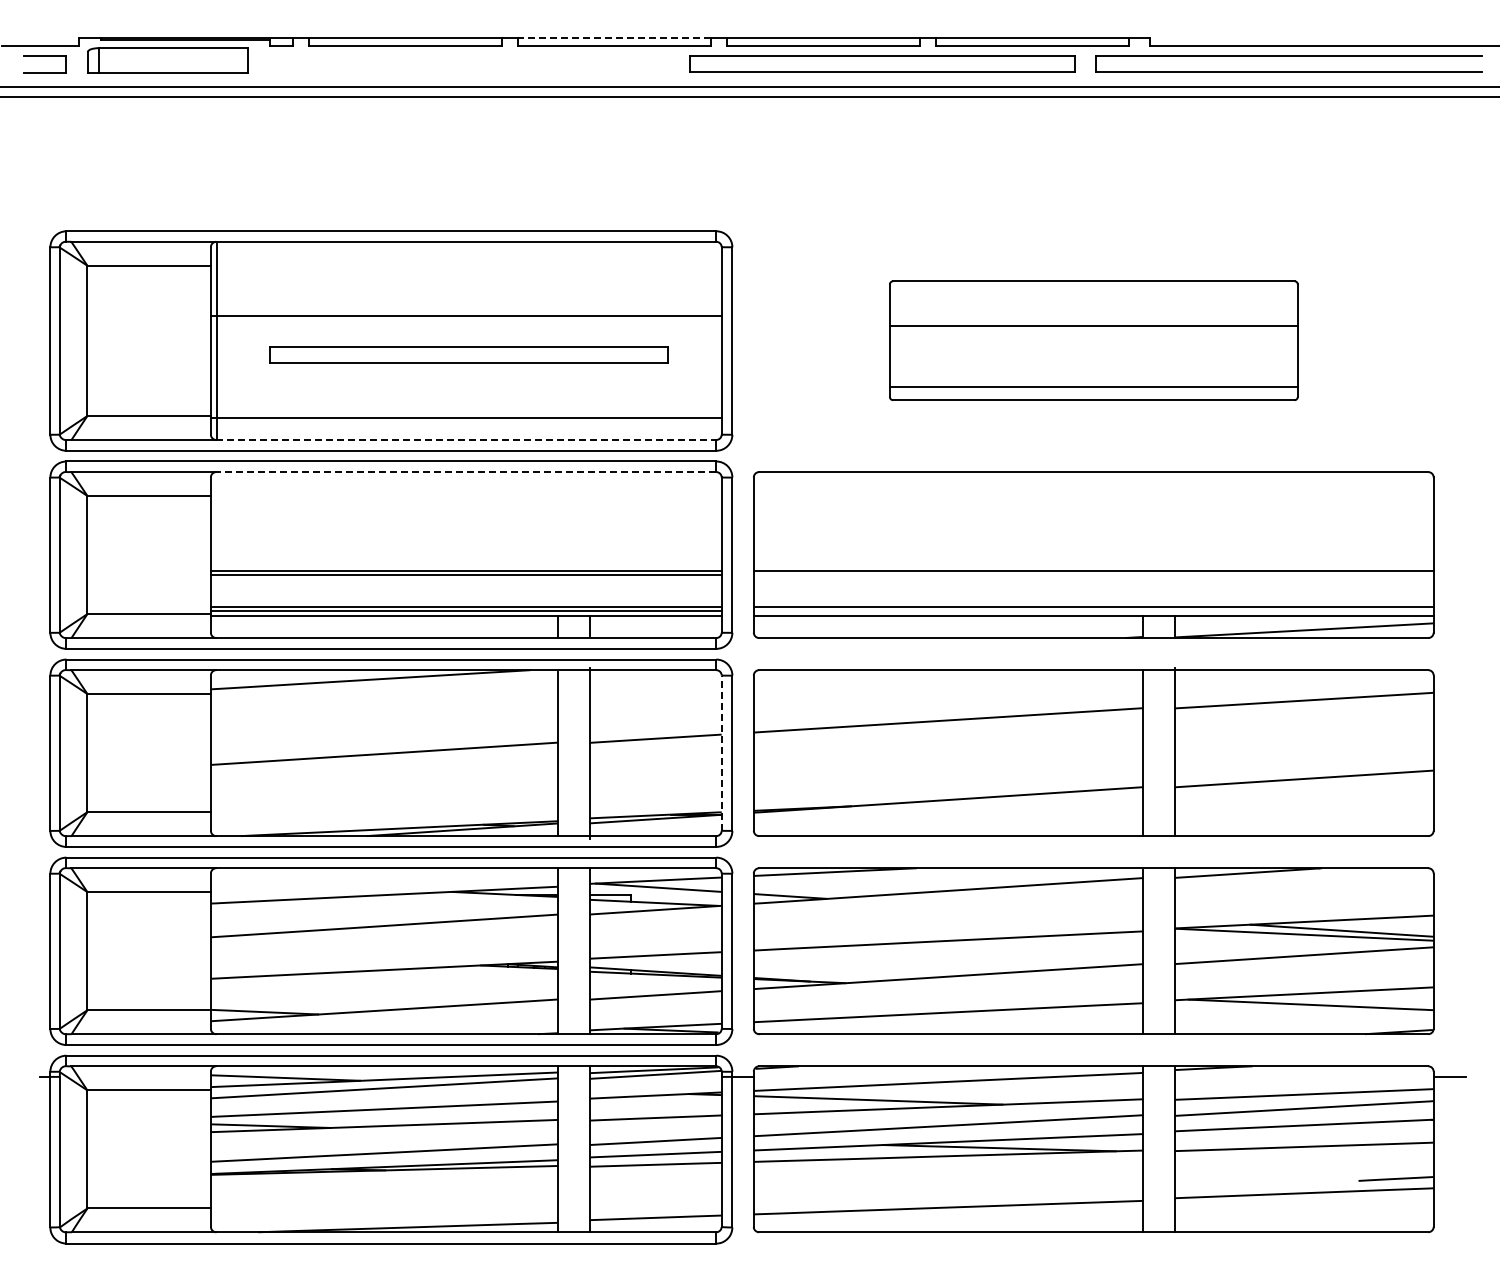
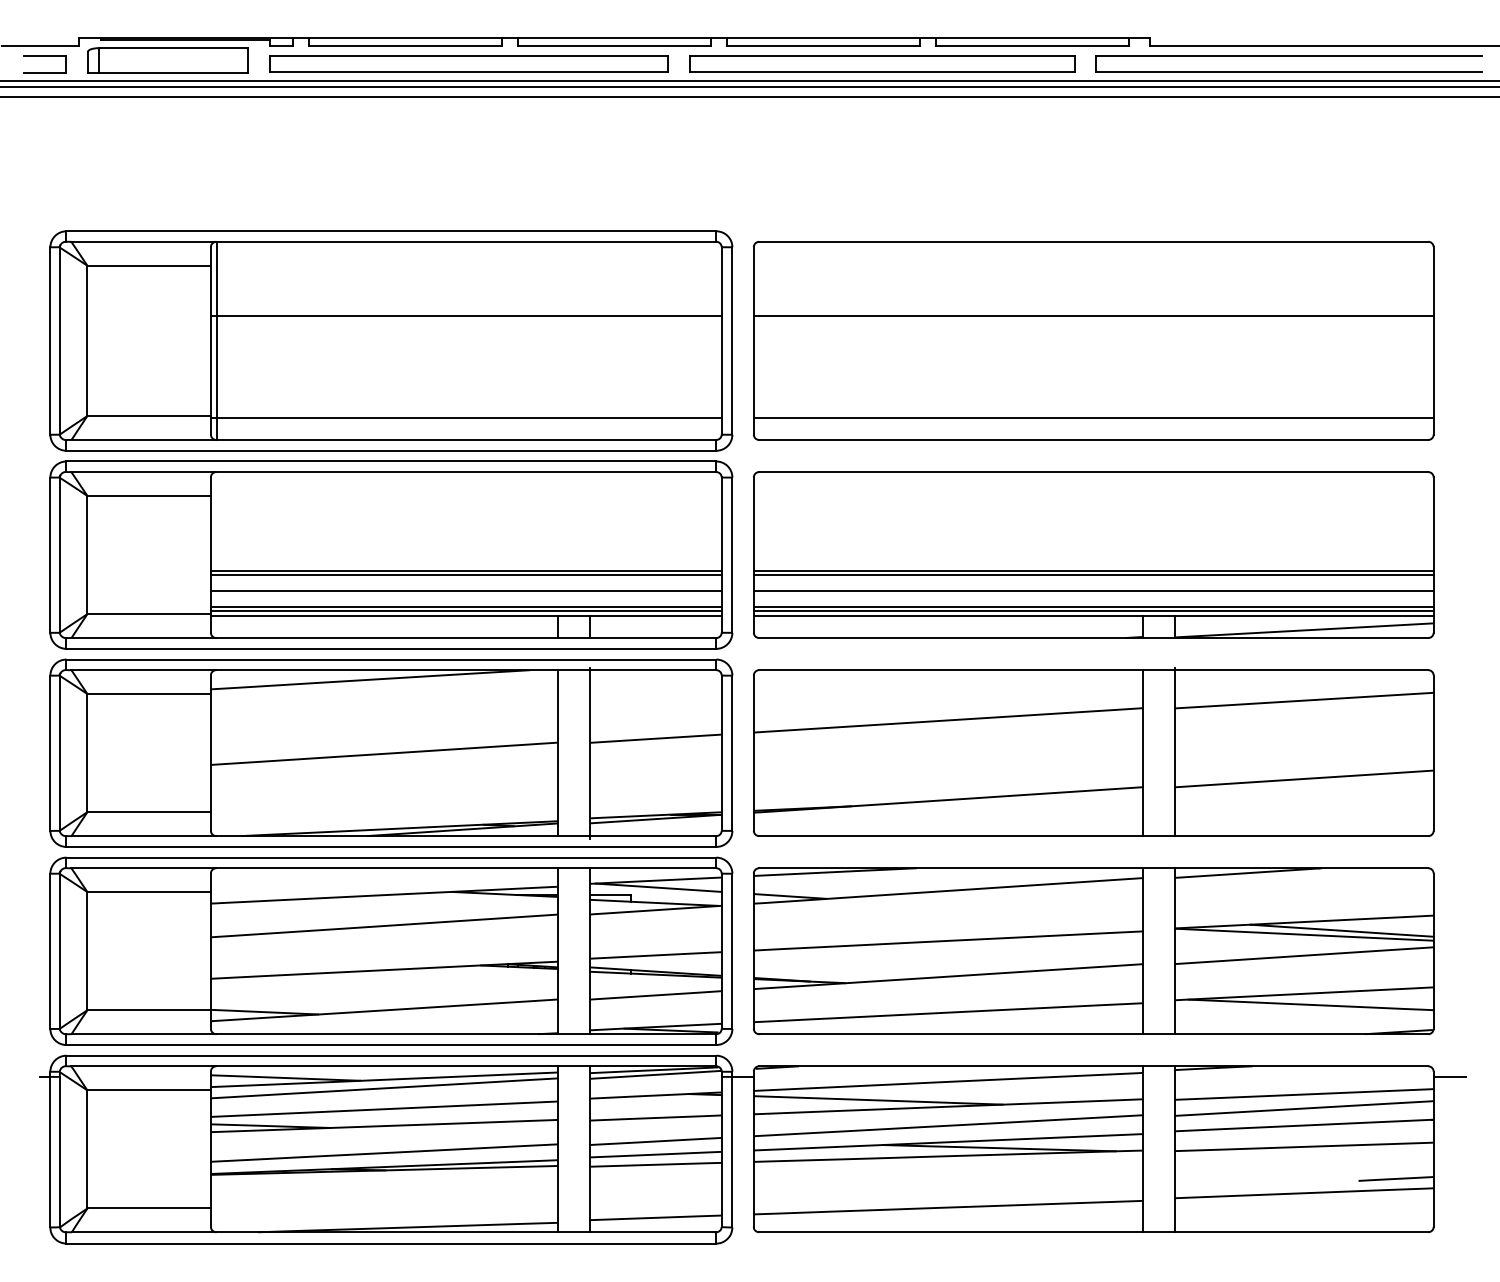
line at (614, 38): dashed -> solid
line at (749, 81): none -> present
part at (1093, 340) size: 410x121 px -> 682x201 px
part at (468, 354) position: (468, 354) -> (468, 63)
line at (466, 439): dashed -> solid
line at (466, 472): dashed -> solid
line at (1093, 575): none -> present
line at (465, 591): none -> present
line at (1093, 591): none -> present
line at (1093, 610): none -> present
line at (721, 753): dashed -> solid
